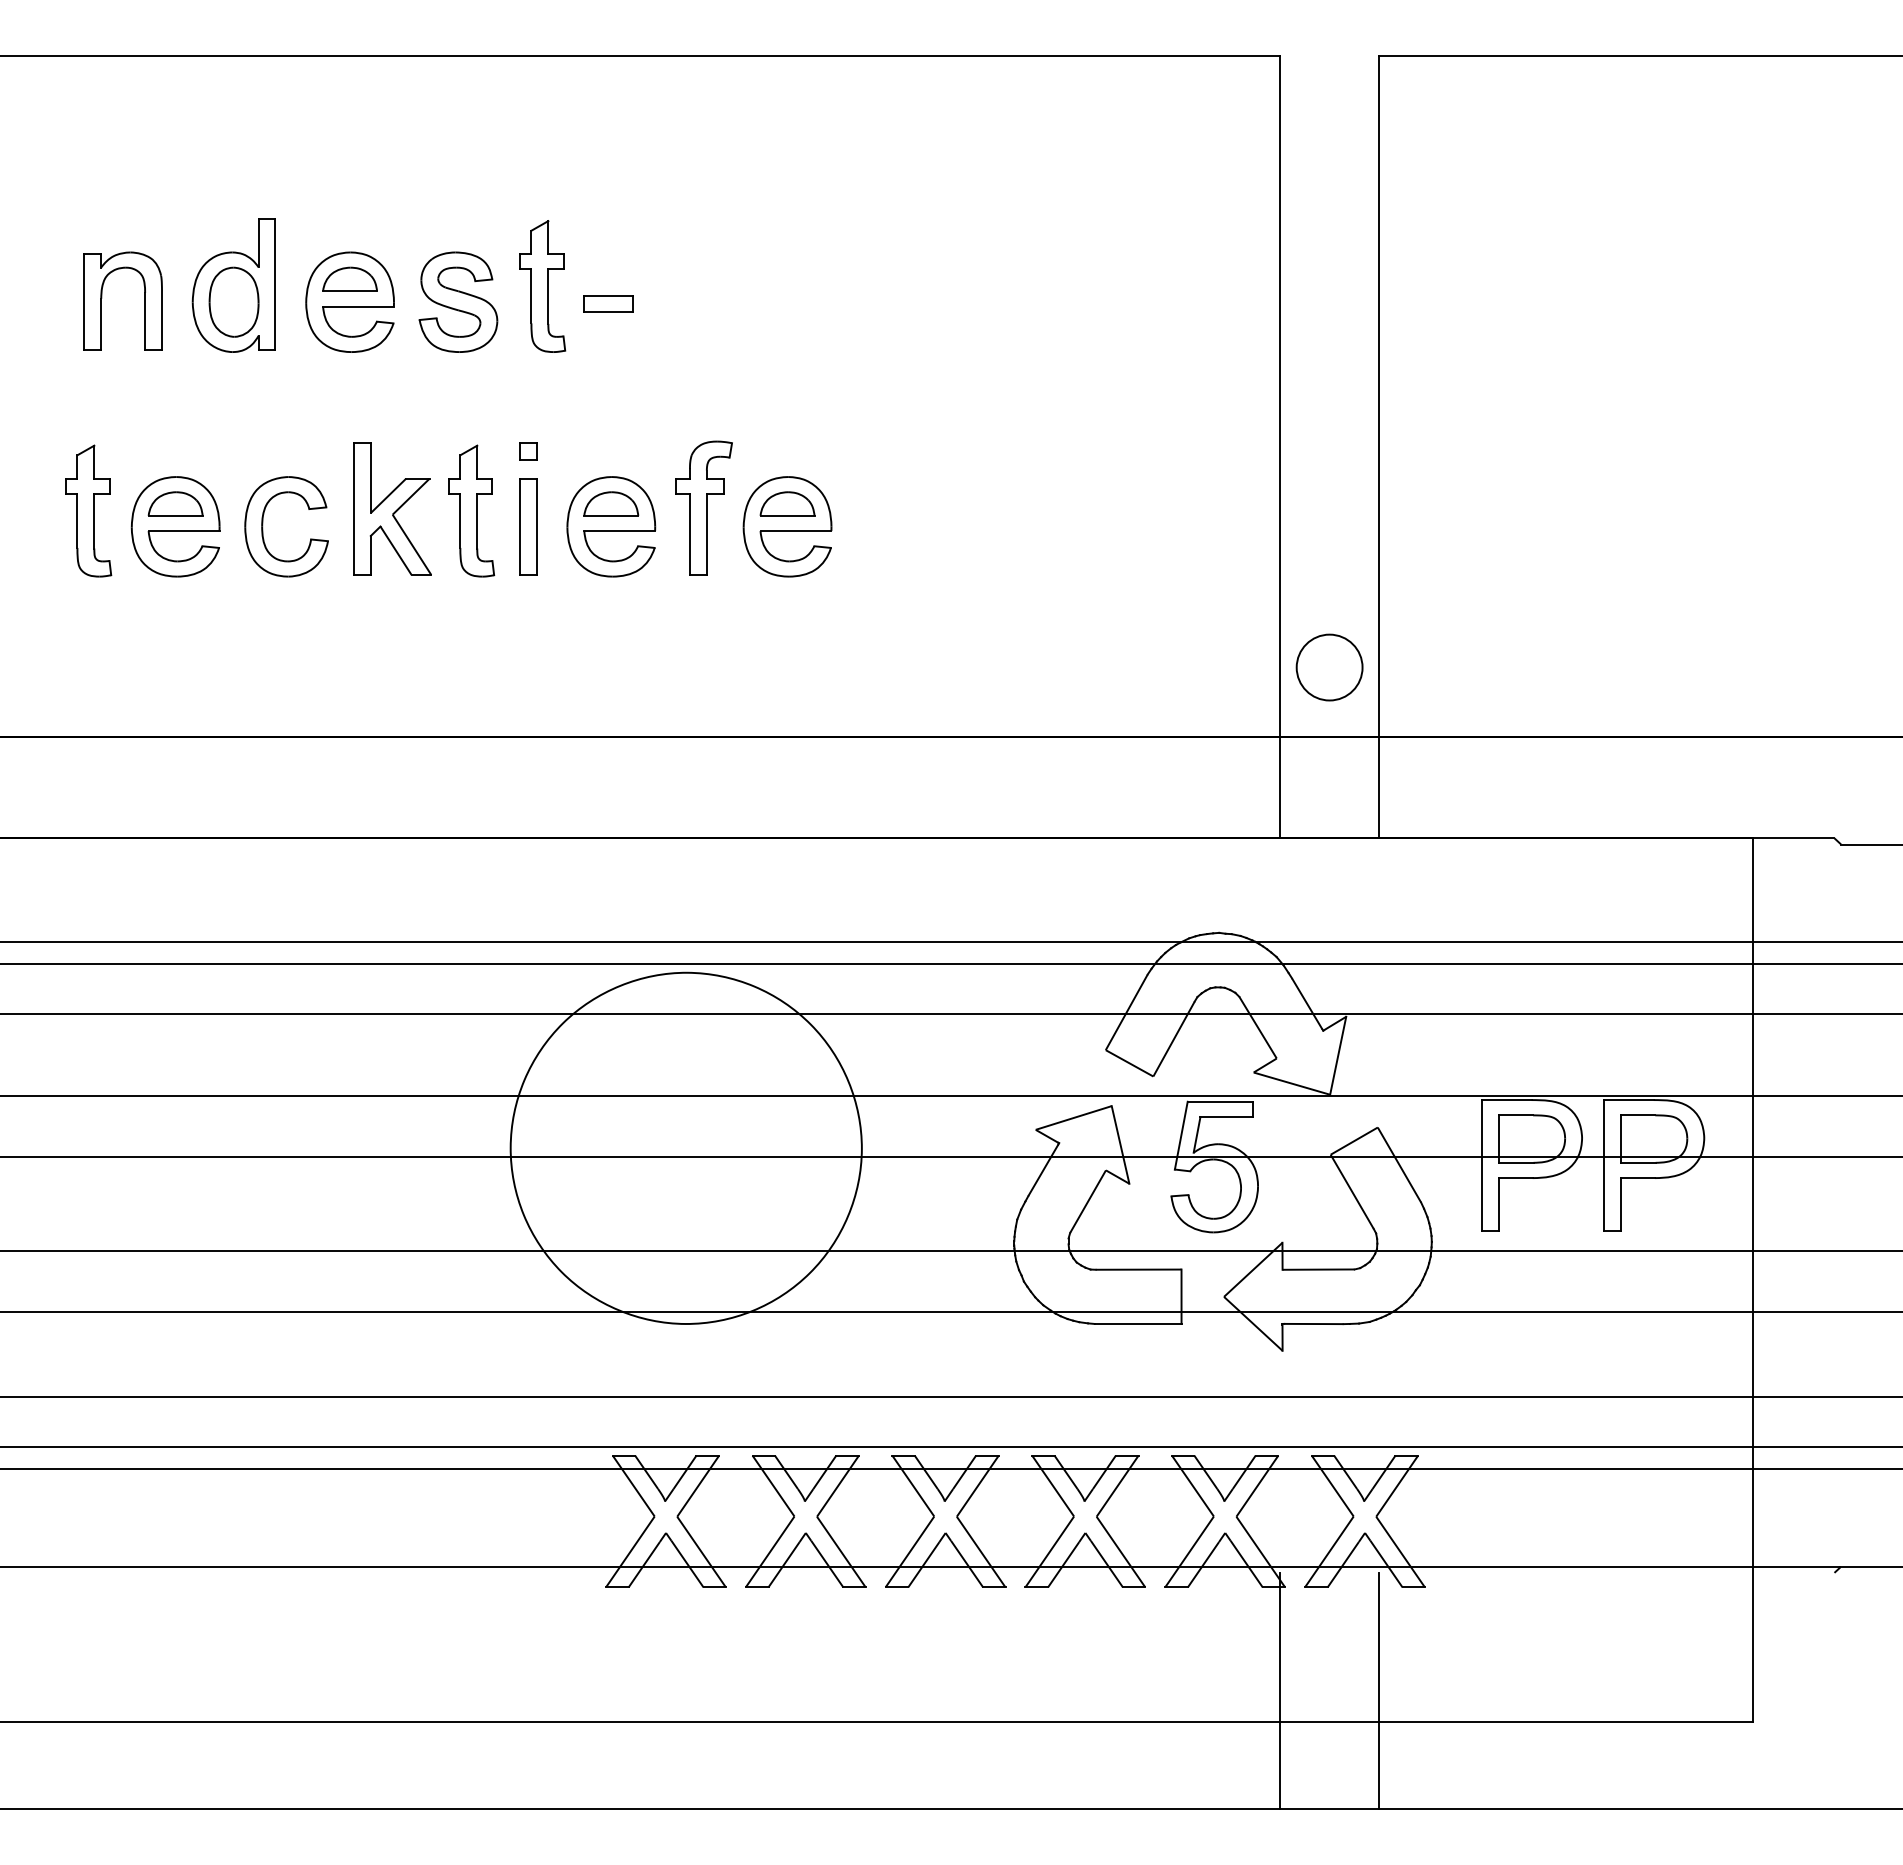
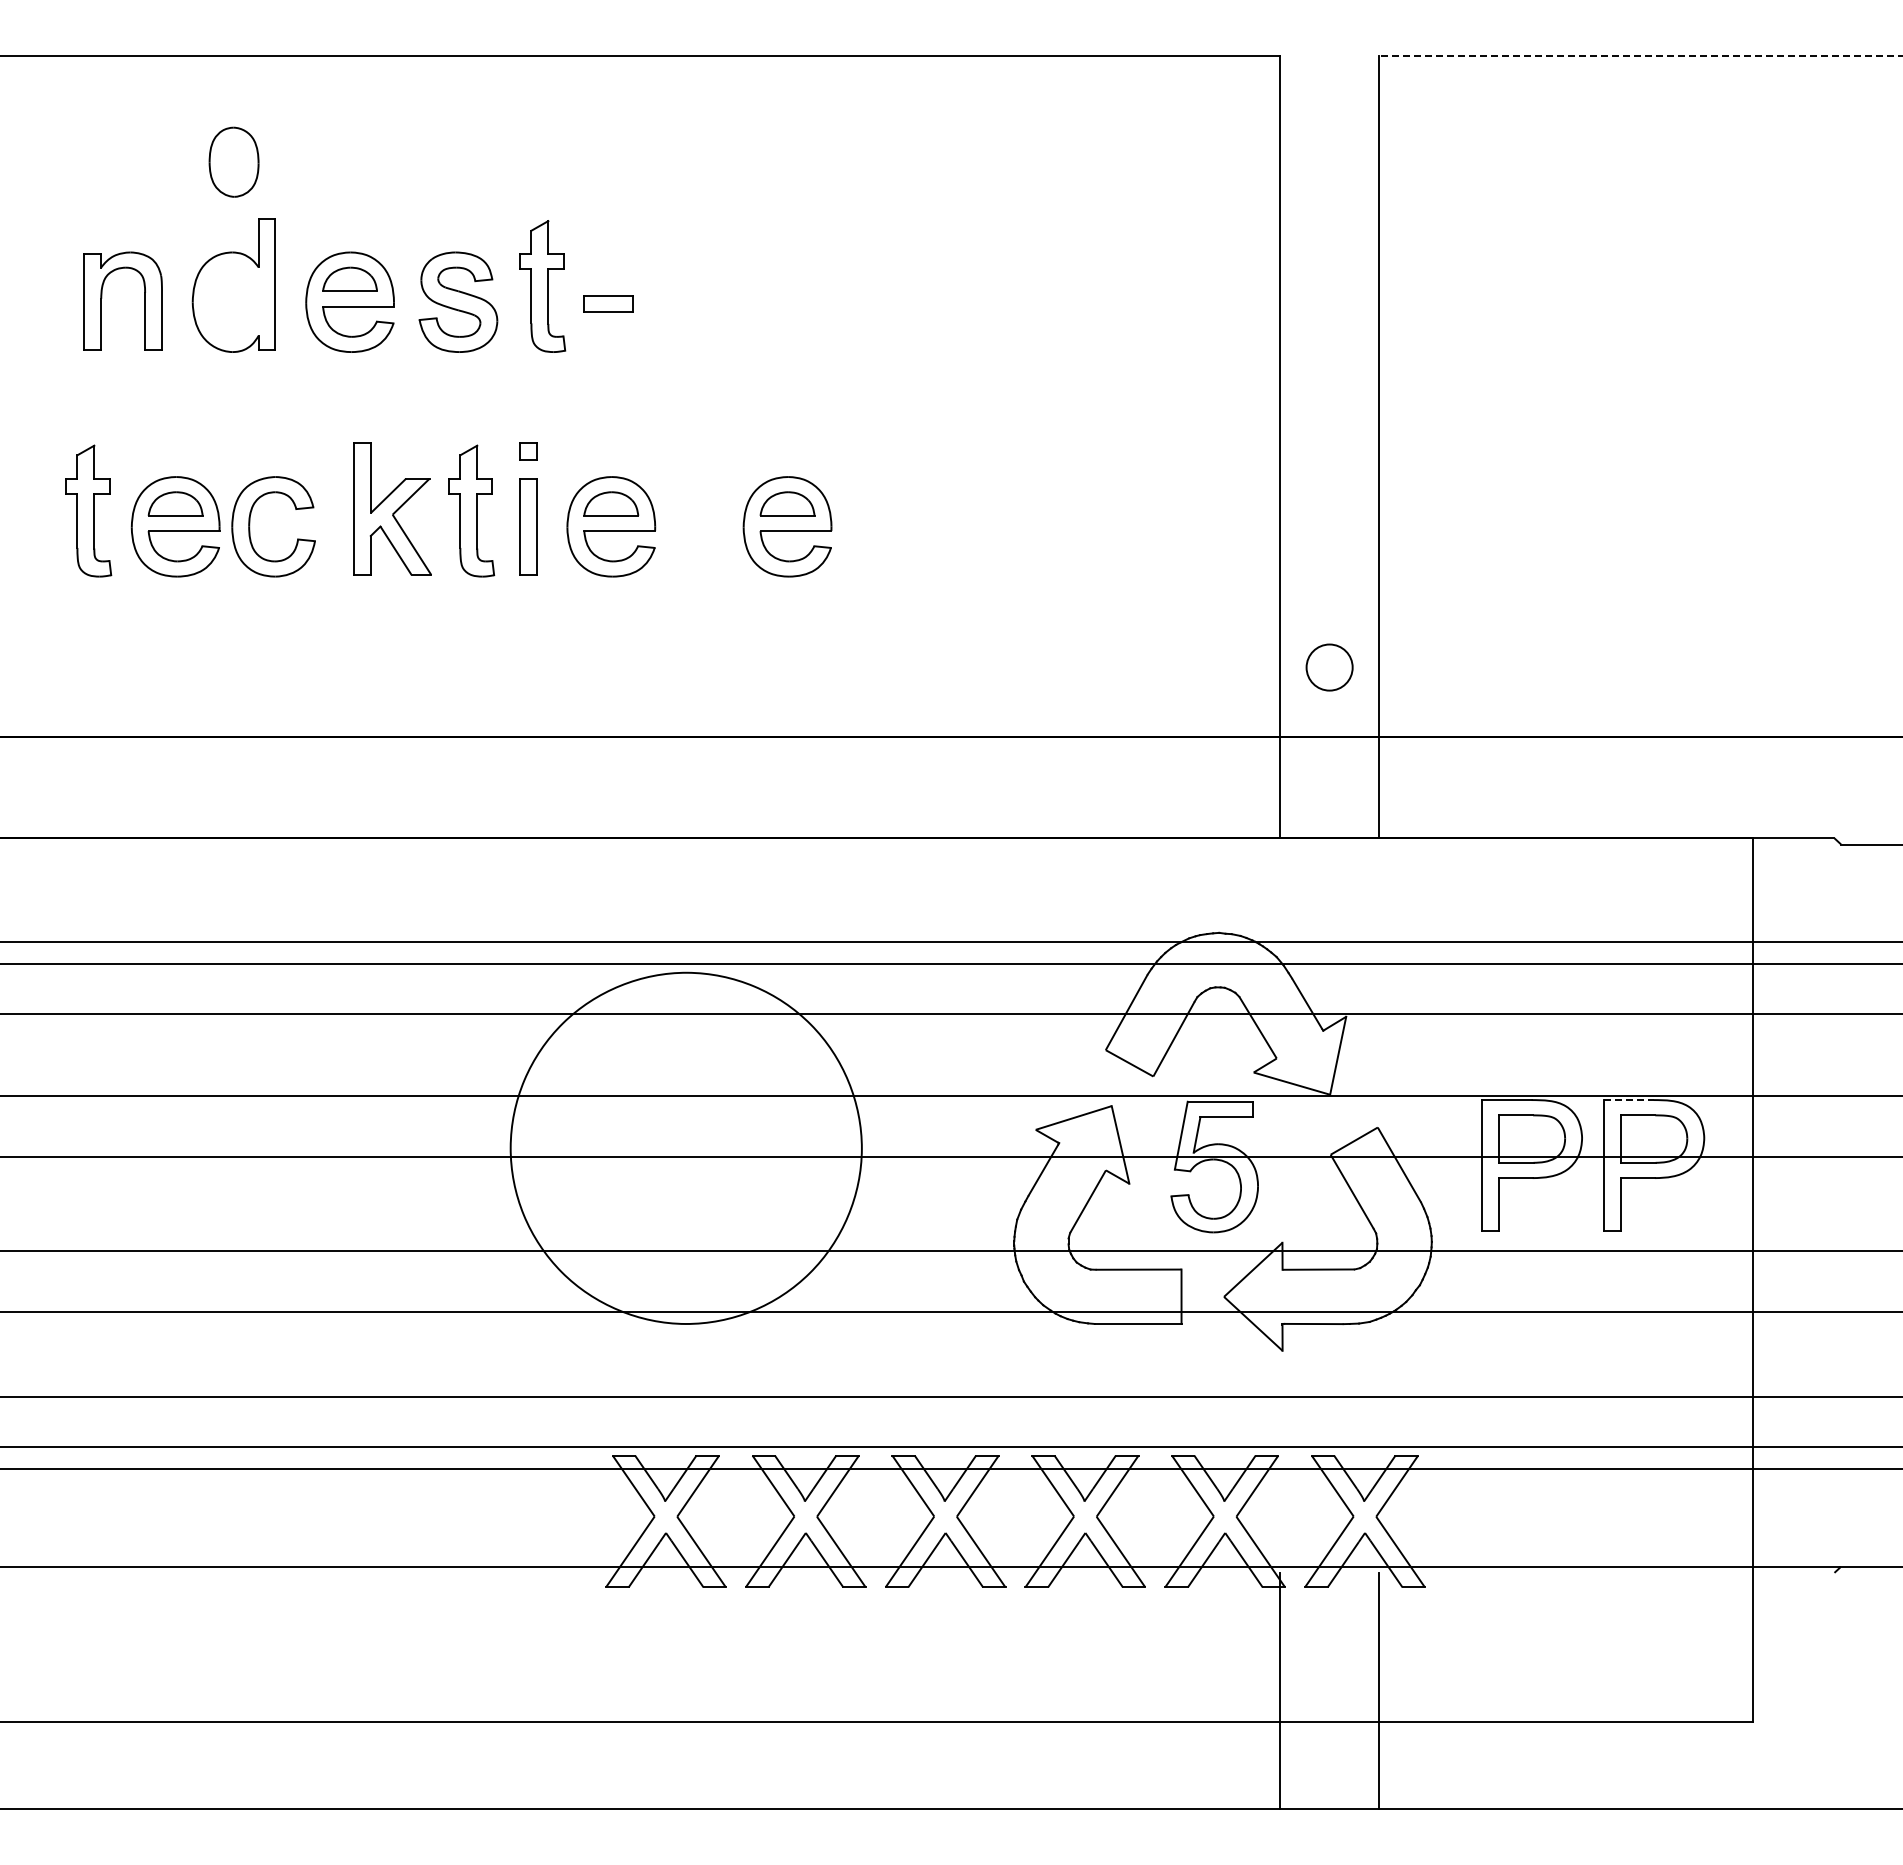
line at (1640, 56): solid -> dashed
part at (233, 301) position: (233, 301) -> (233, 161)
part at (703, 507): present -> none
part at (263, 526) position: (263, 526) -> (250, 526)
circle at (1329, 667) diameter: 66 px -> 46 px
line at (1628, 1100): solid -> dashed
